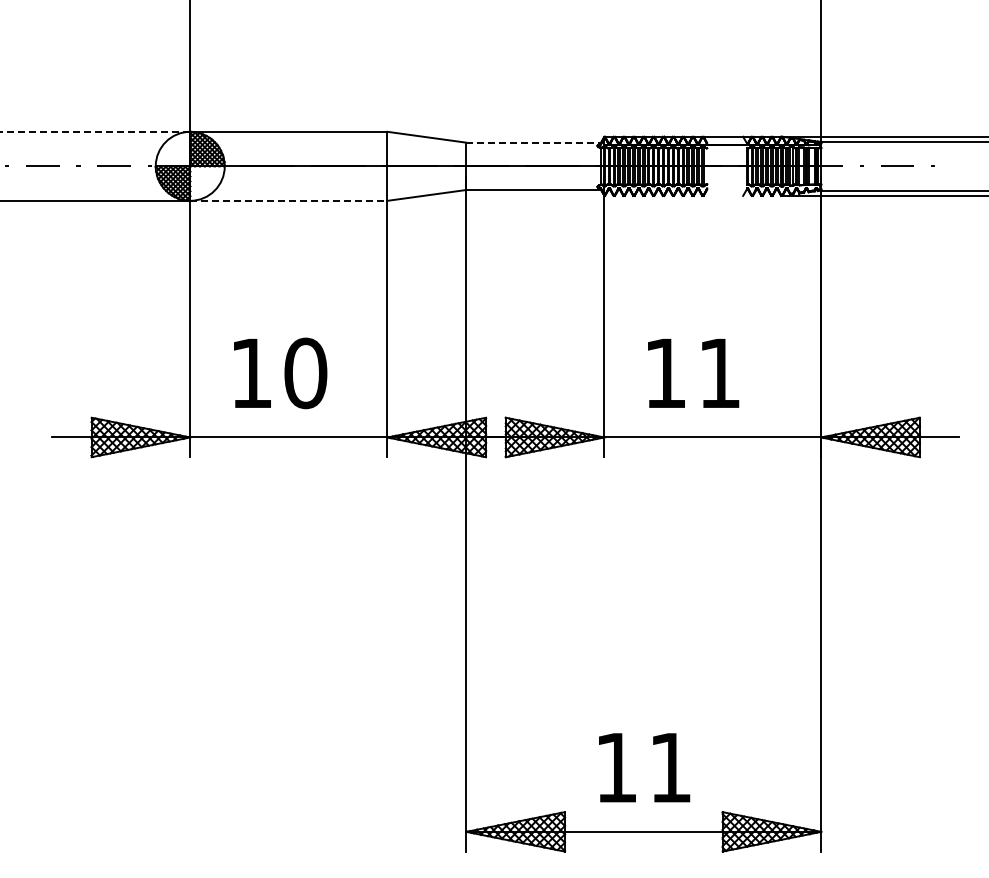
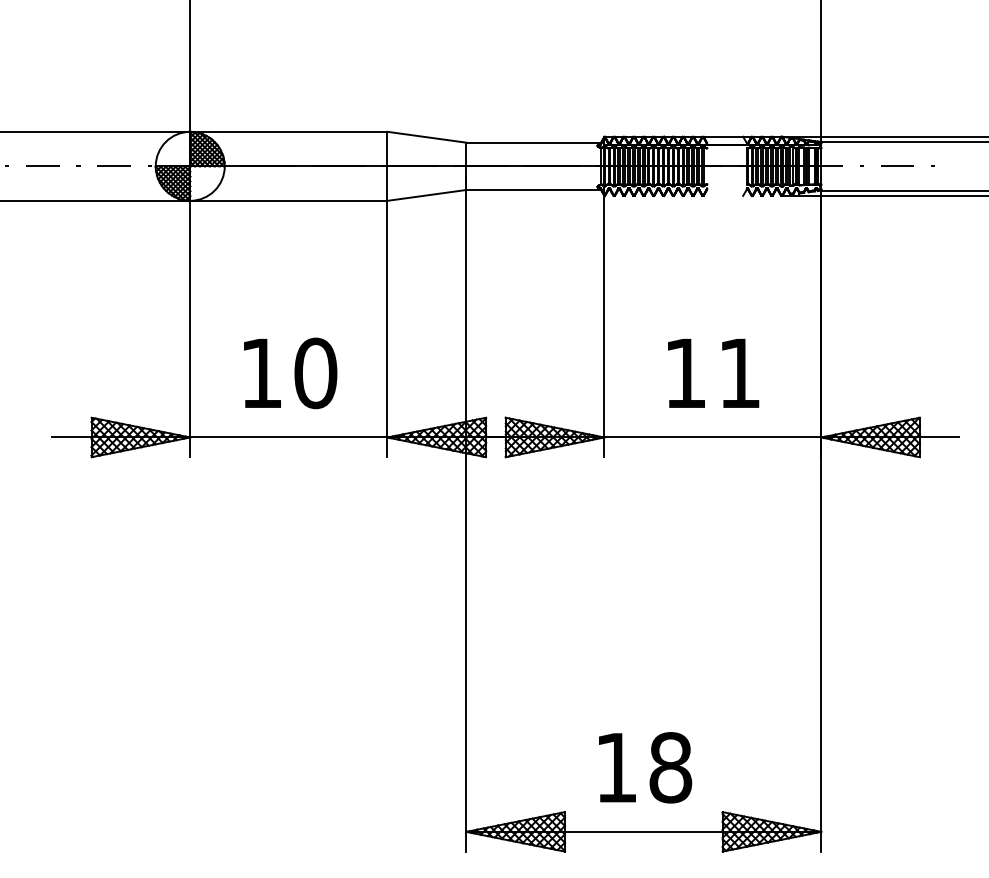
line at (95, 131): dashed -> solid
line at (534, 142): dashed -> solid
line at (288, 200): dashed -> solid
text at (280, 373) position: (280, 373) -> (290, 373)
text at (693, 373) position: (693, 373) -> (713, 373)
text at (670, 767): 11 -> 18
